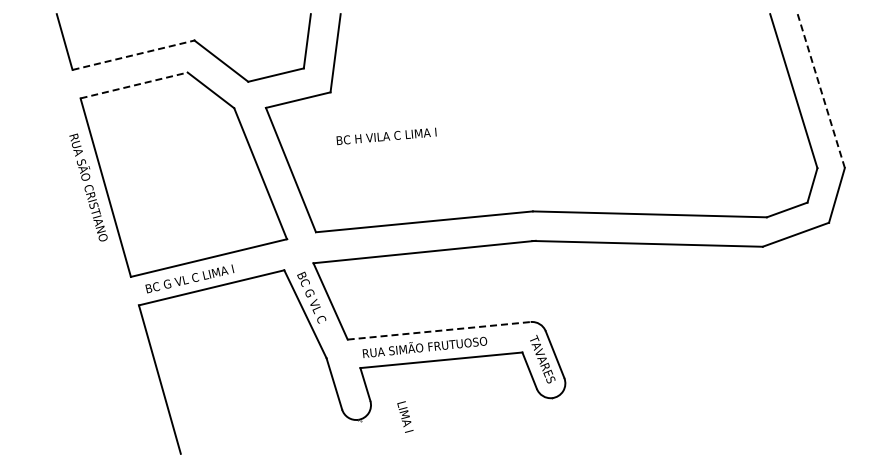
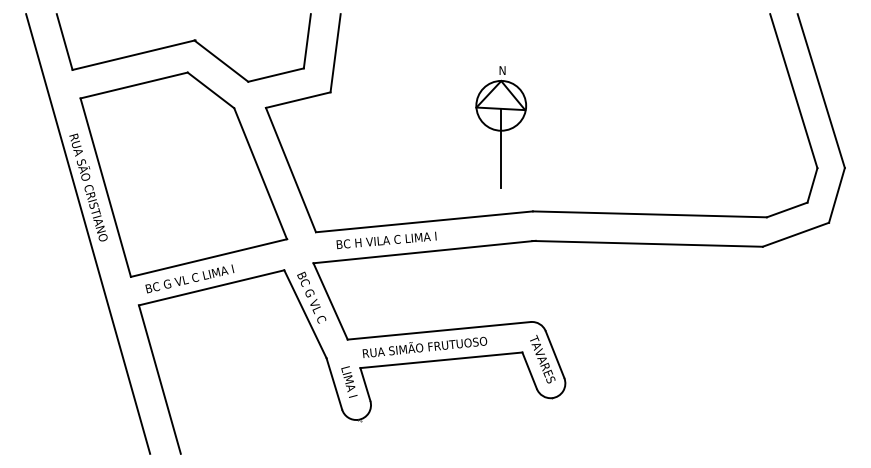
line at (134, 55): dashed -> solid
line at (134, 85): dashed -> solid
line at (821, 90): dashed -> solid
part at (501, 127): none -> present
text at (386, 136) position: (386, 136) -> (386, 240)
line at (88, 233): none -> present
line at (439, 330): dashed -> solid
text at (405, 416) position: (405, 416) -> (349, 381)
